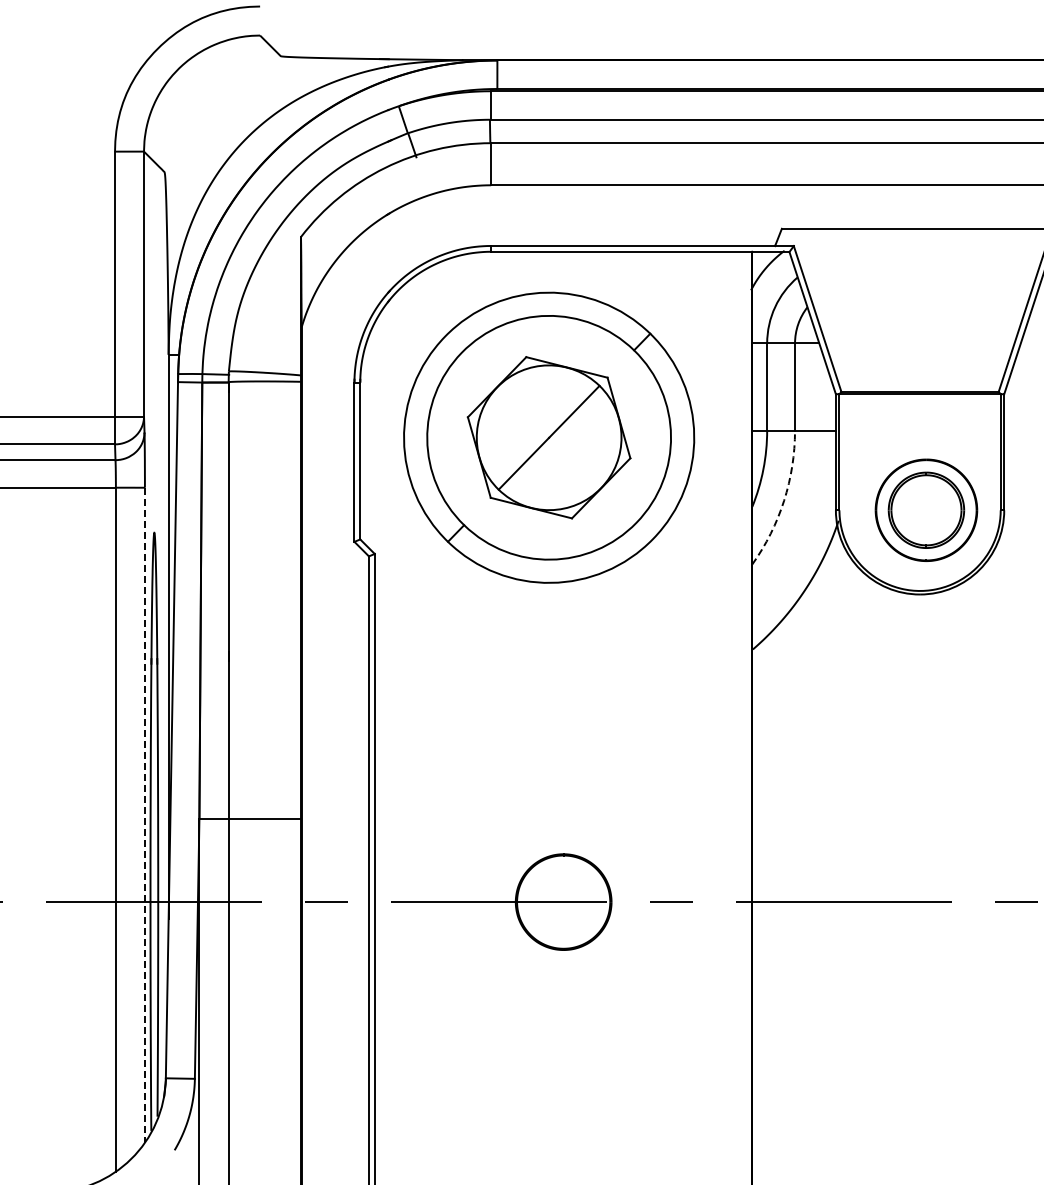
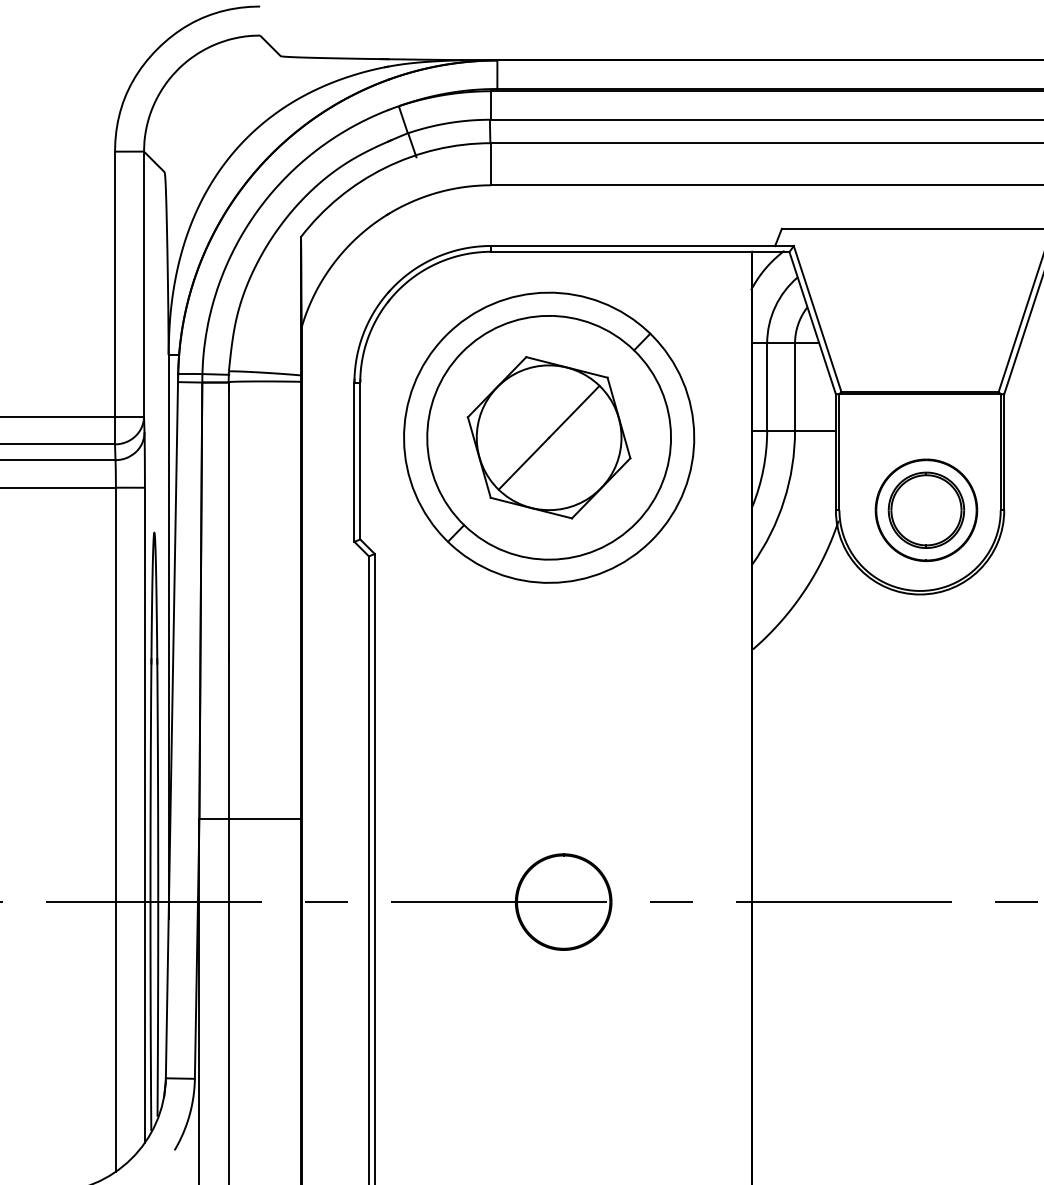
arc at (784, 500): dashed -> solid
line at (144, 815): dashed -> solid
